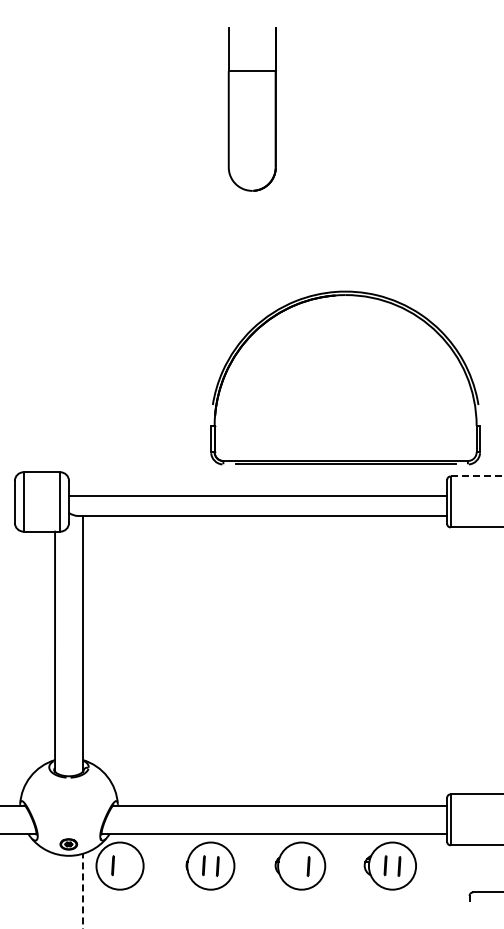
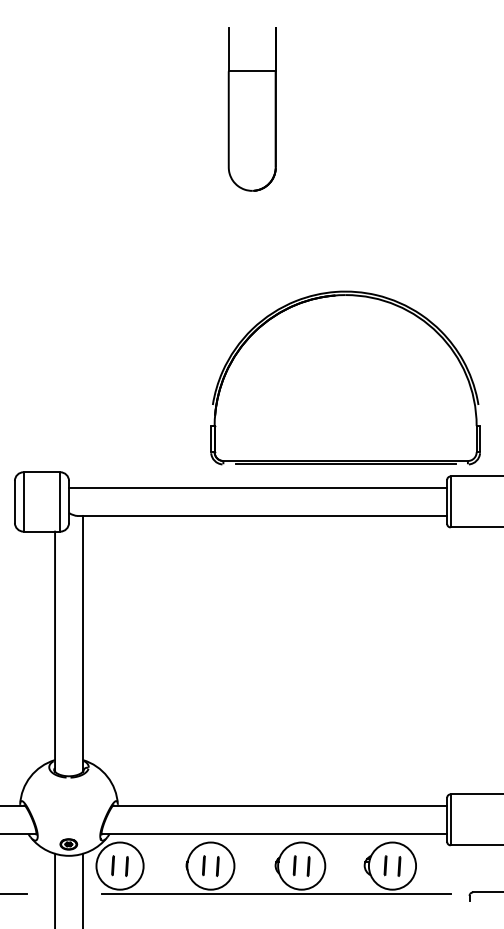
line at (477, 476): dashed -> solid
line at (258, 495) position: (258, 495) -> (258, 487)
line at (294, 865): none -> present
line at (126, 866): none -> present
line at (55, 889): none -> present
line at (82, 890): dashed -> solid
line at (14, 894): none -> present
line at (276, 894): none -> present
